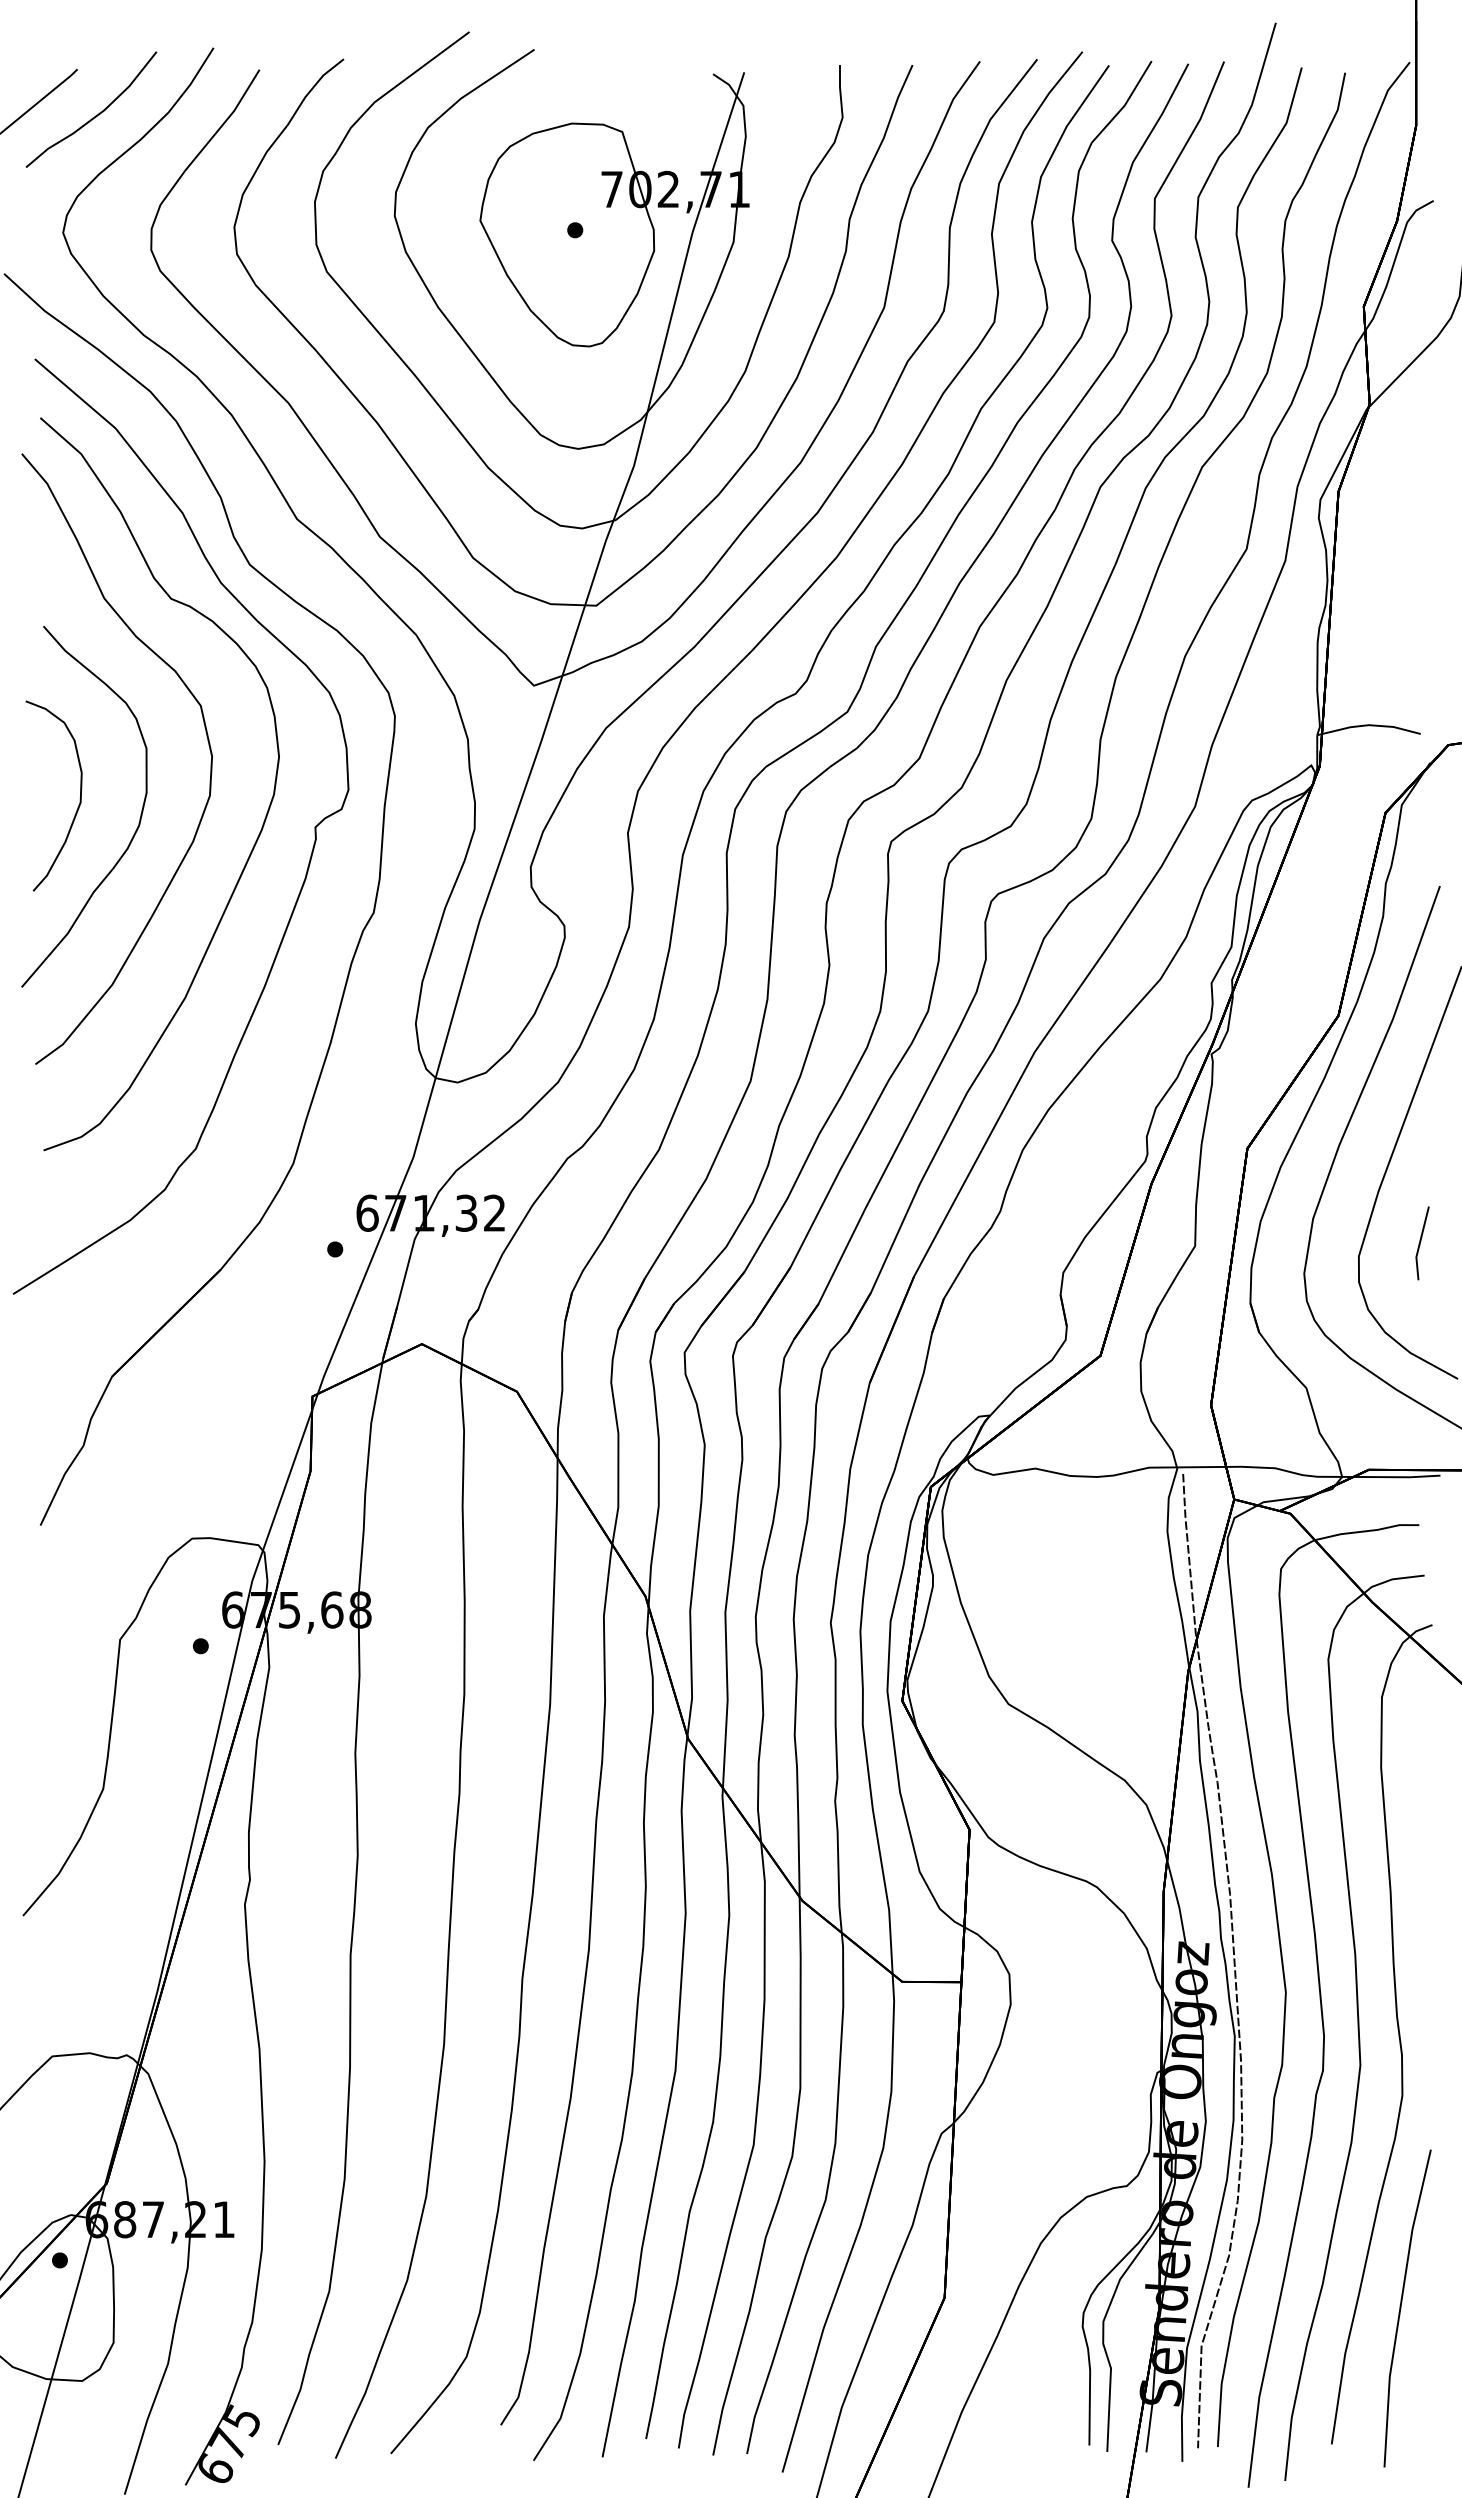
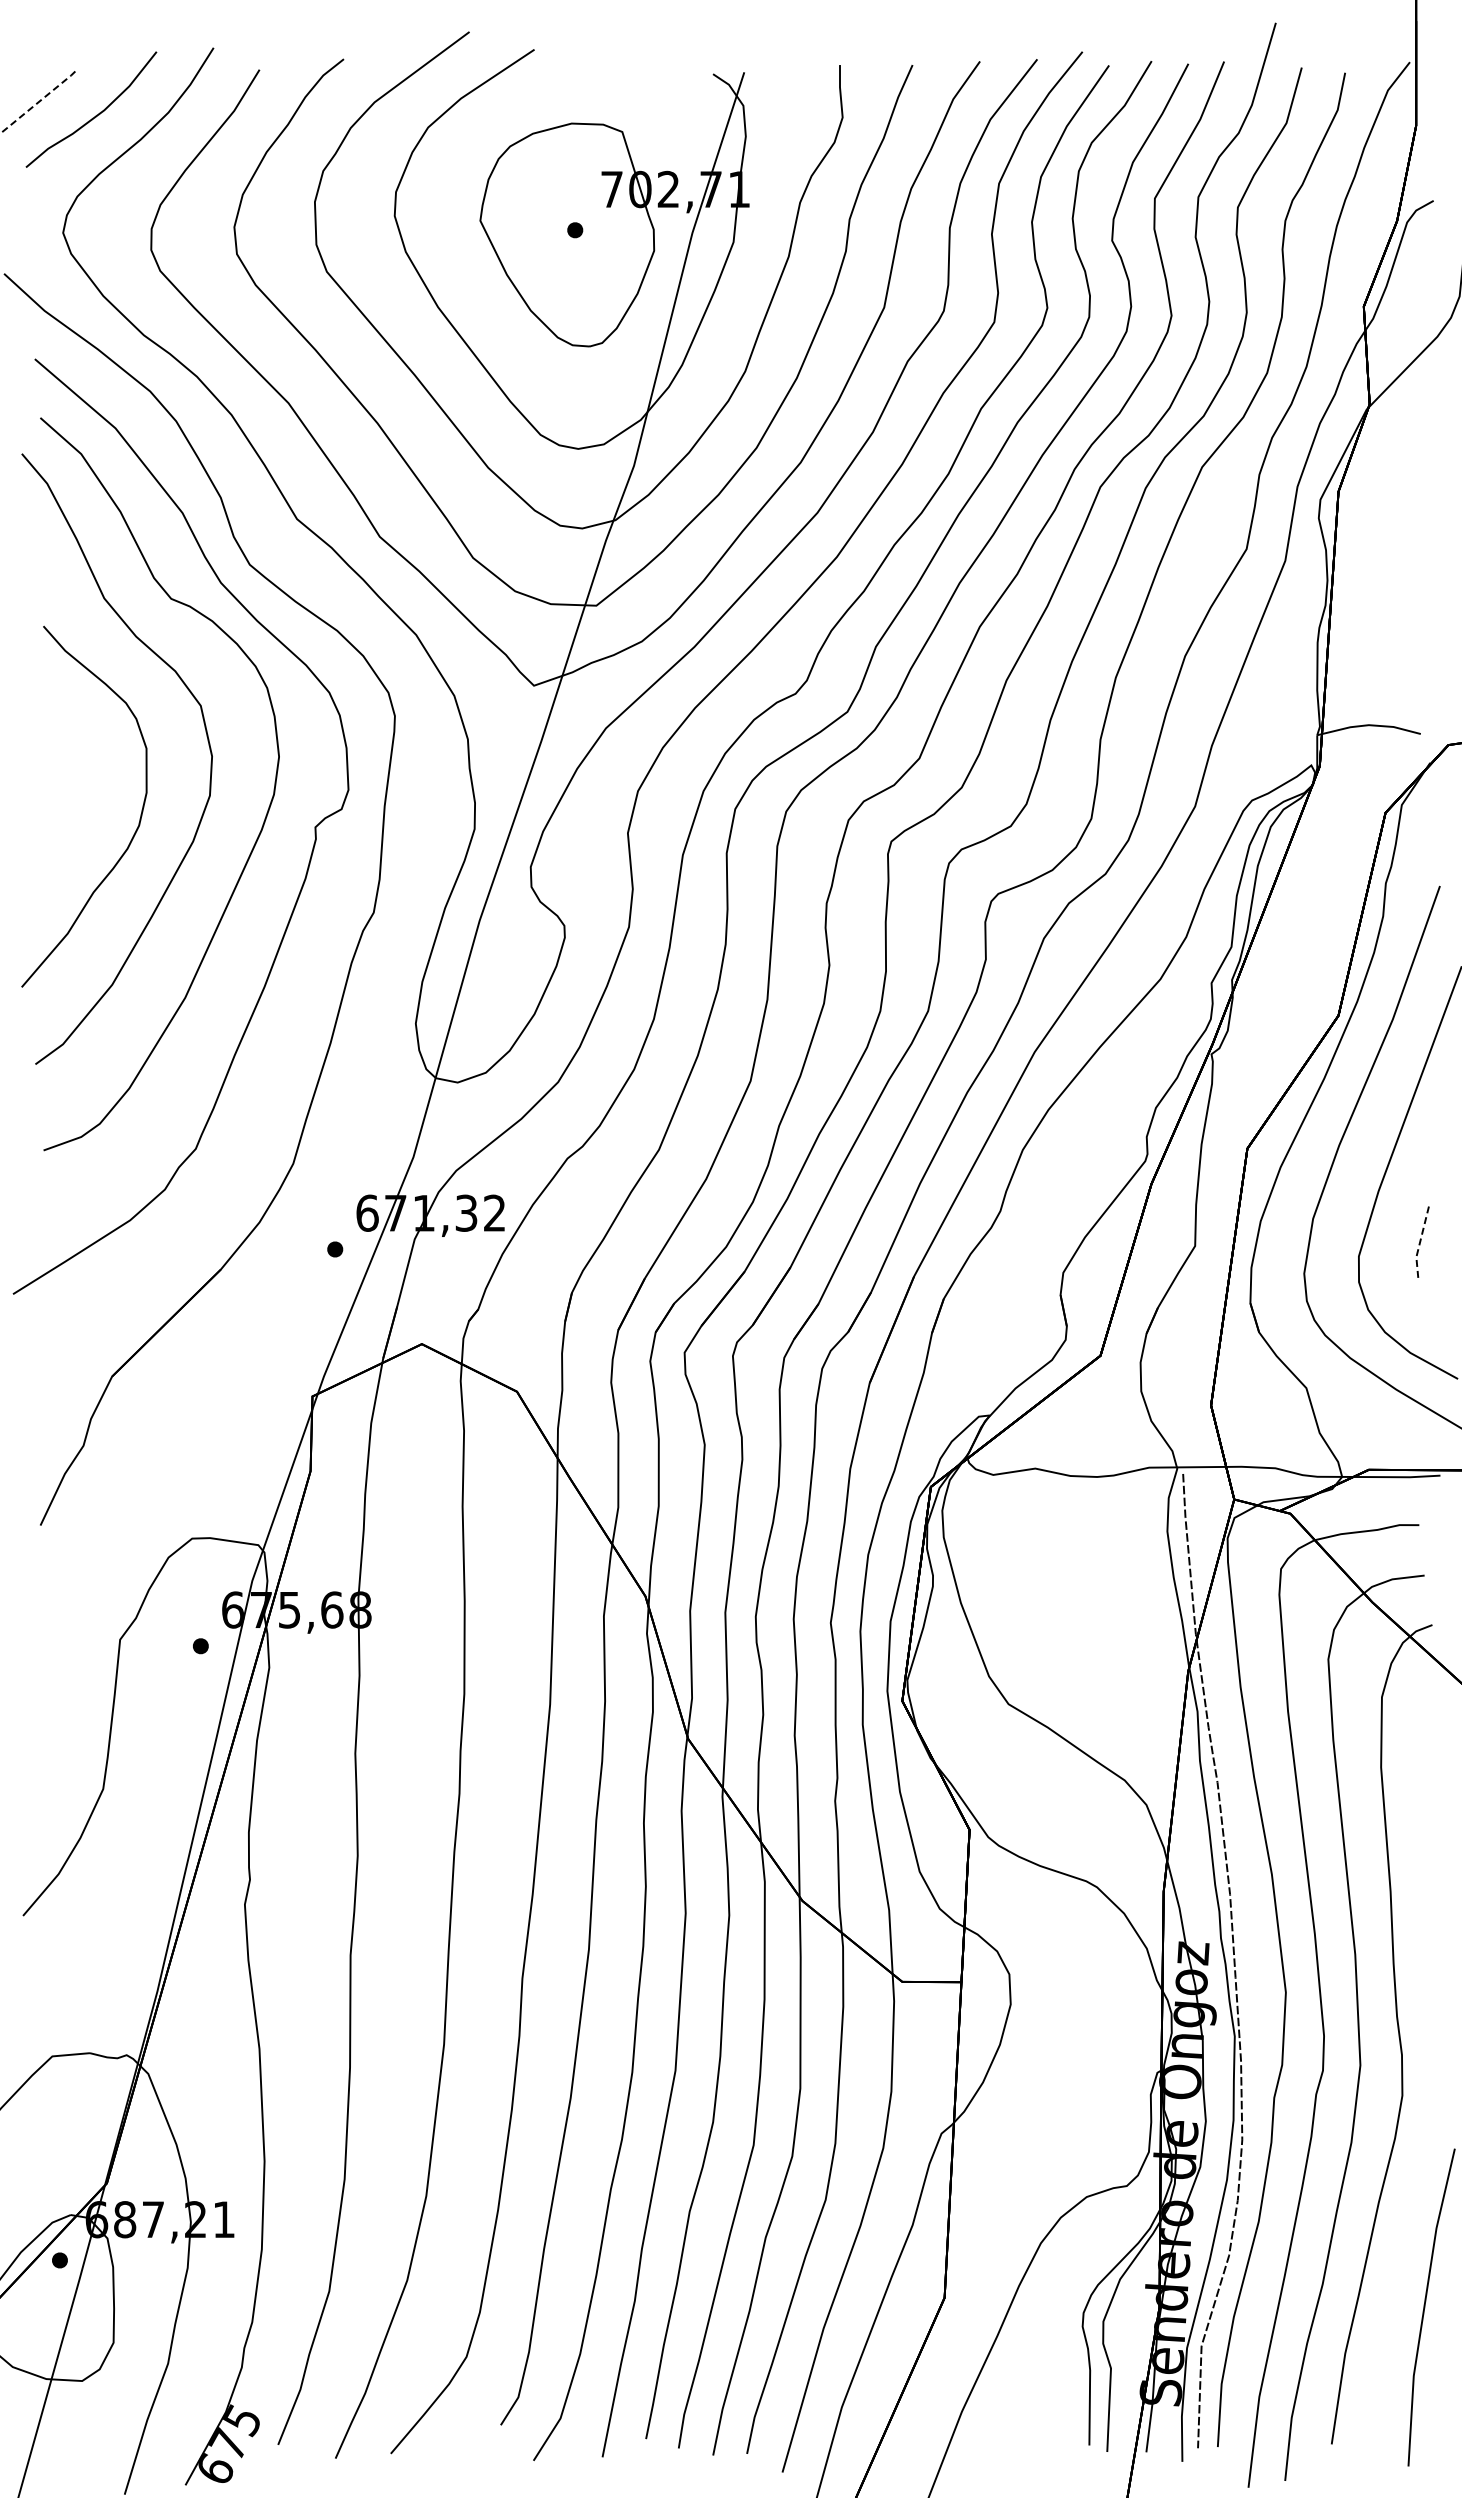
line at (40, 100): solid -> dashed
curve at (79, 798): present -> none
line at (1419, 1243): solid -> dashed
line at (1401, 2308) position: (1401, 2308) -> (1425, 2307)
